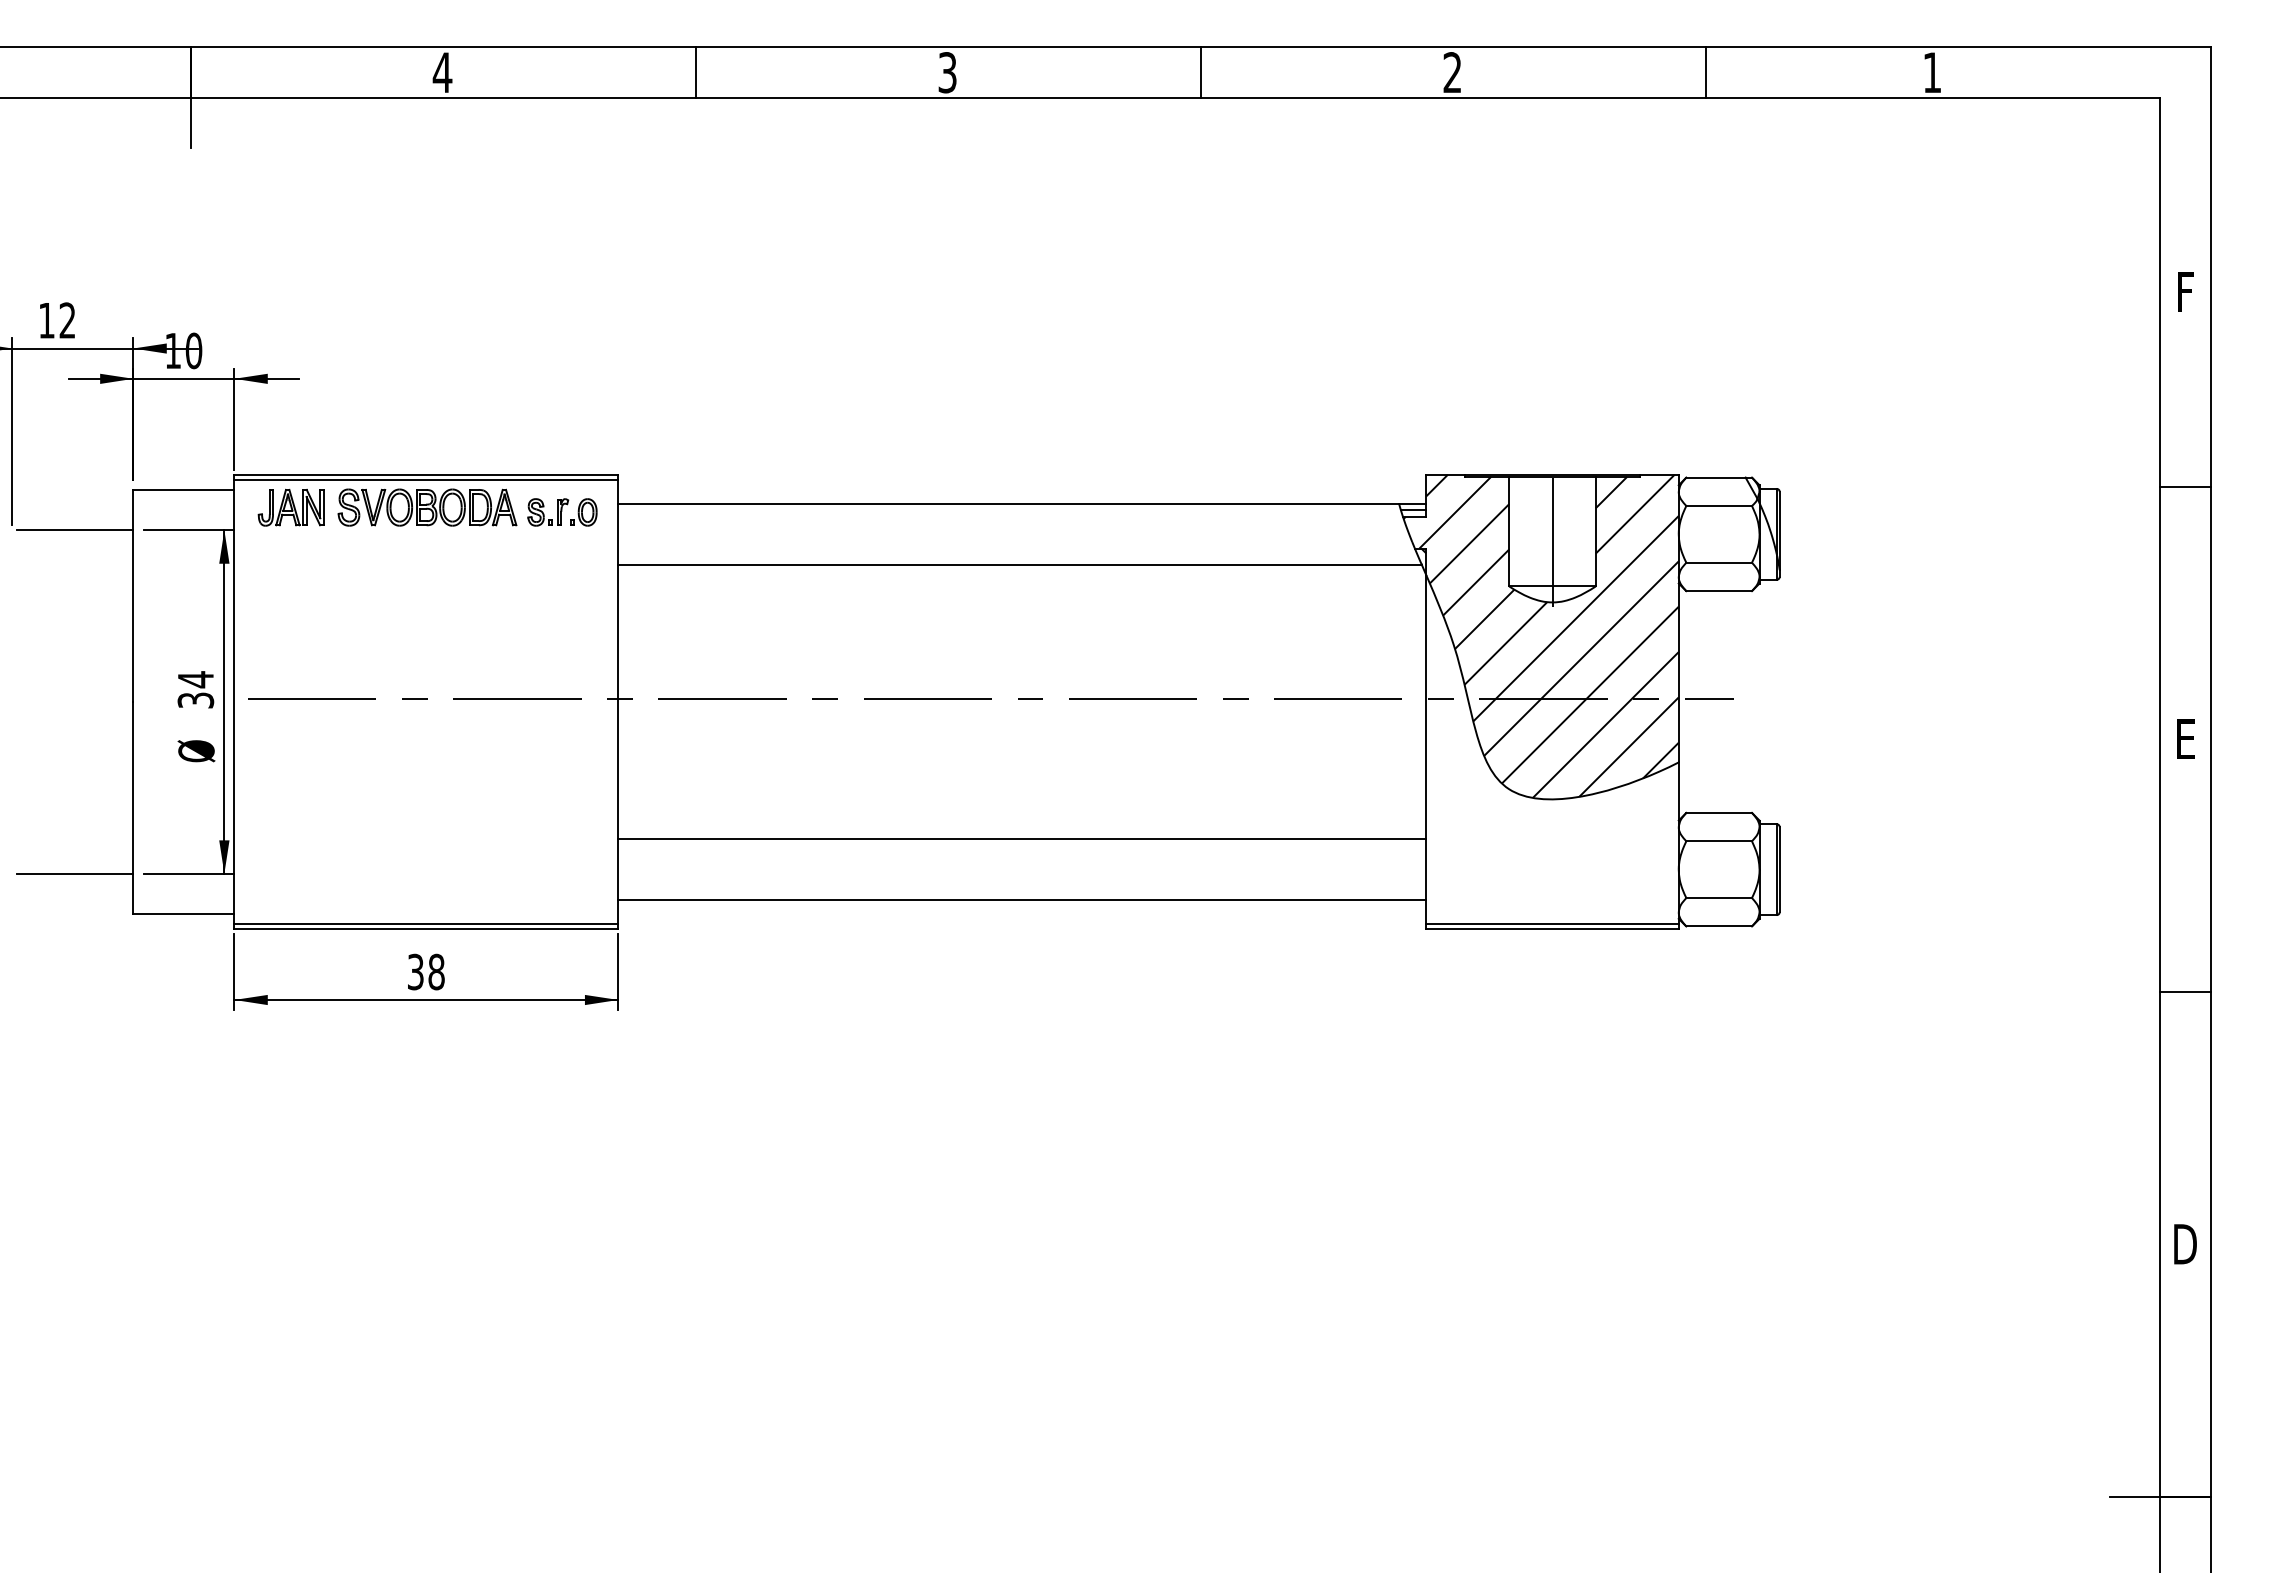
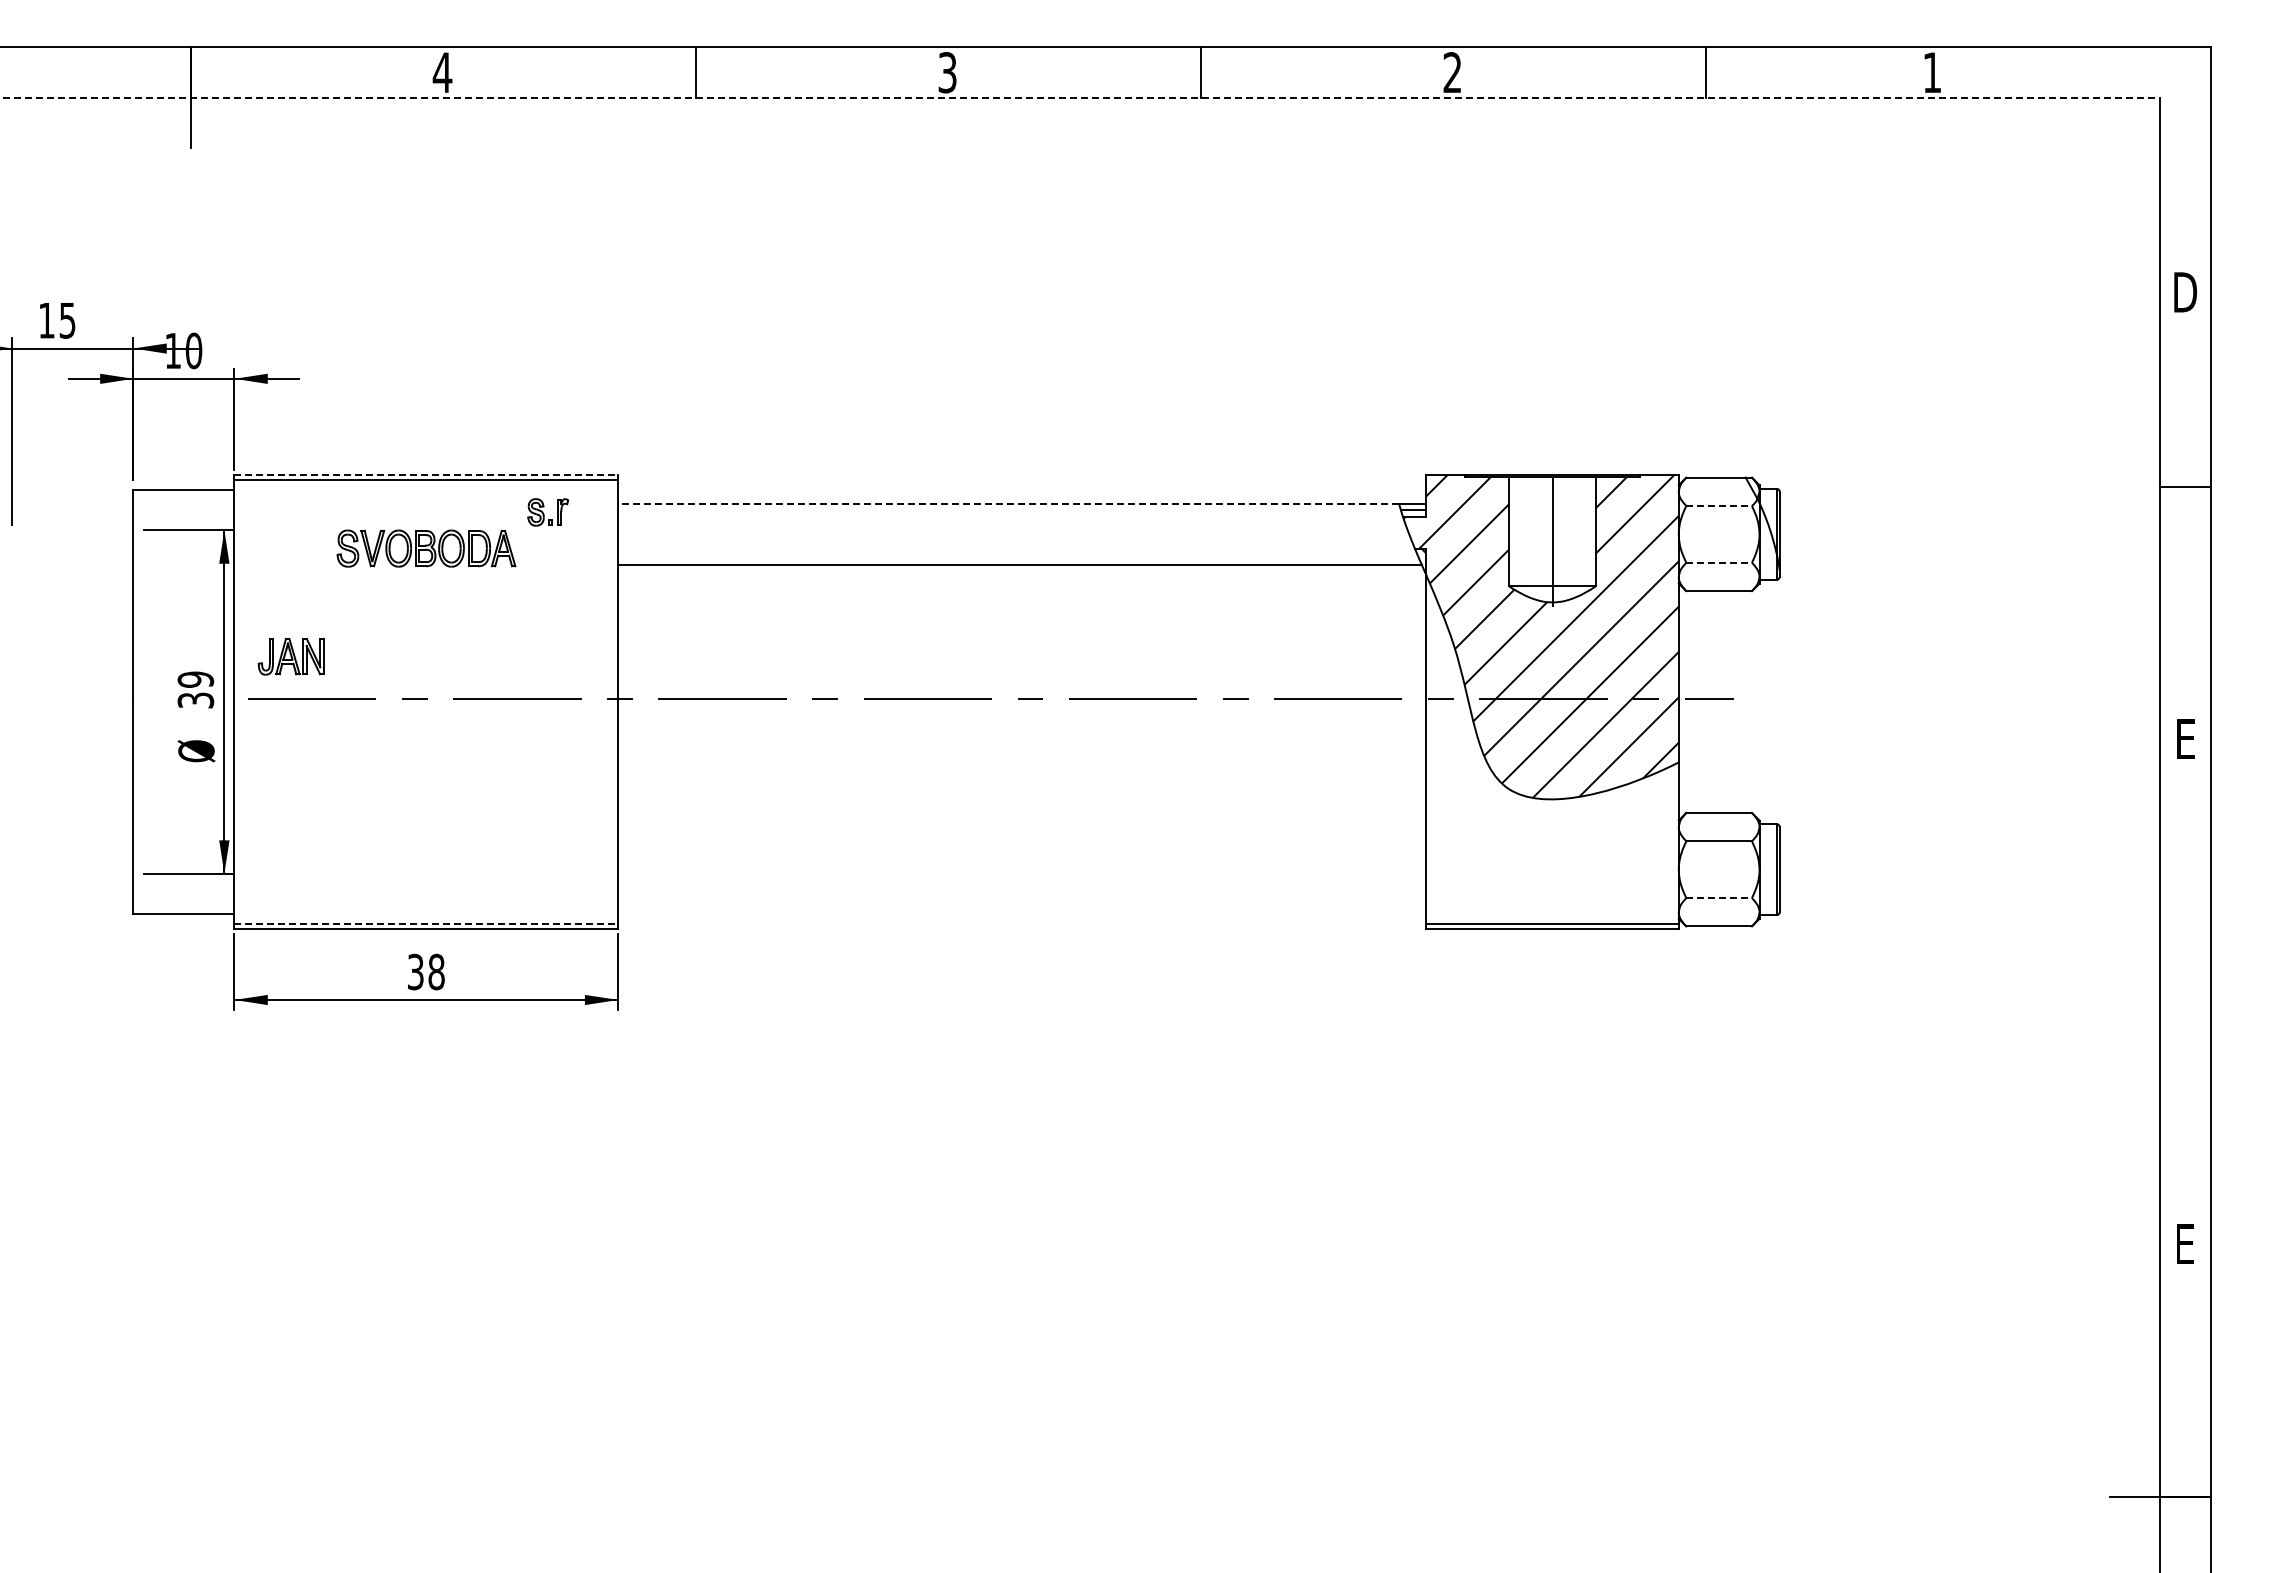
line at (1080, 97): solid -> dashed
text at (2185, 292): F -> D
text at (67, 320): 12 -> 15
line at (426, 474): solid -> dashed
line at (1008, 504): solid -> dashed
line at (1719, 505): solid -> dashed
part at (290, 507) position: (290, 507) -> (290, 656)
part at (427, 507) position: (427, 507) -> (426, 548)
part at (583, 512): present -> none
line at (75, 530): present -> none
line at (1719, 562): solid -> dashed
text at (195, 679): 34 -> 39
line at (1022, 839): present -> none
line at (75, 873): present -> none
line at (1719, 898): solid -> dashed
line at (1022, 899): present -> none
line at (426, 924): solid -> dashed
line at (2185, 991): present -> none
text at (2185, 1244): D -> E
